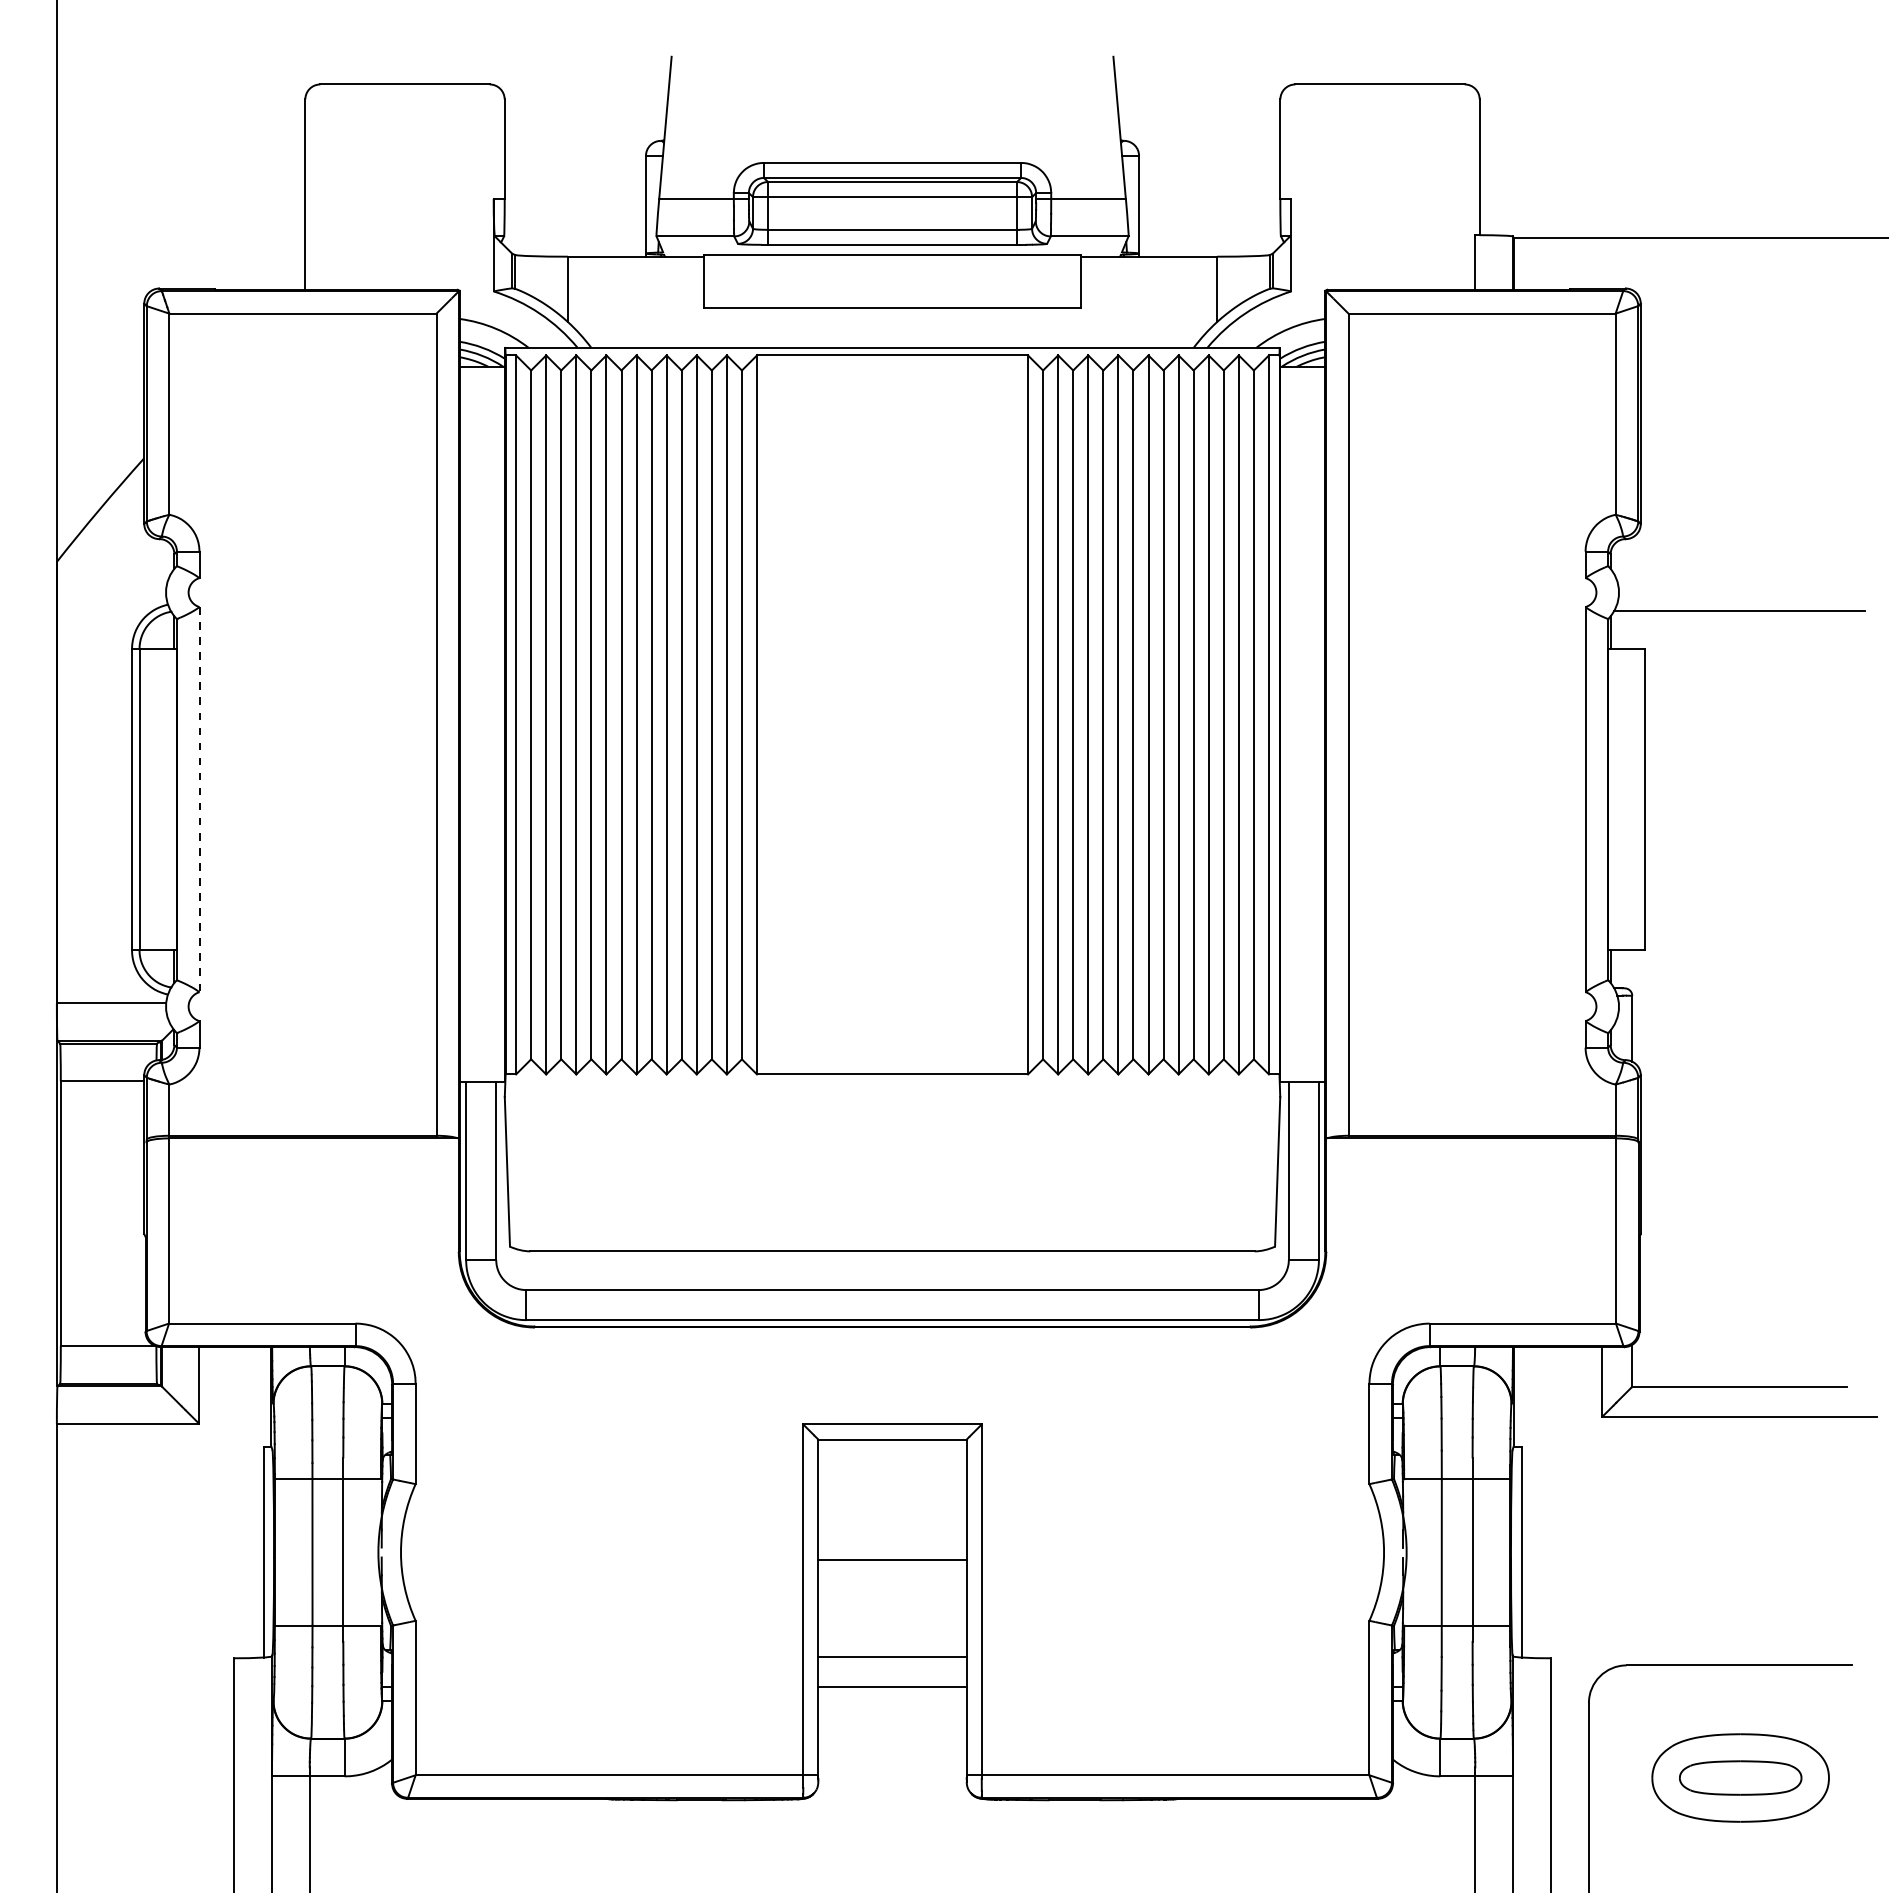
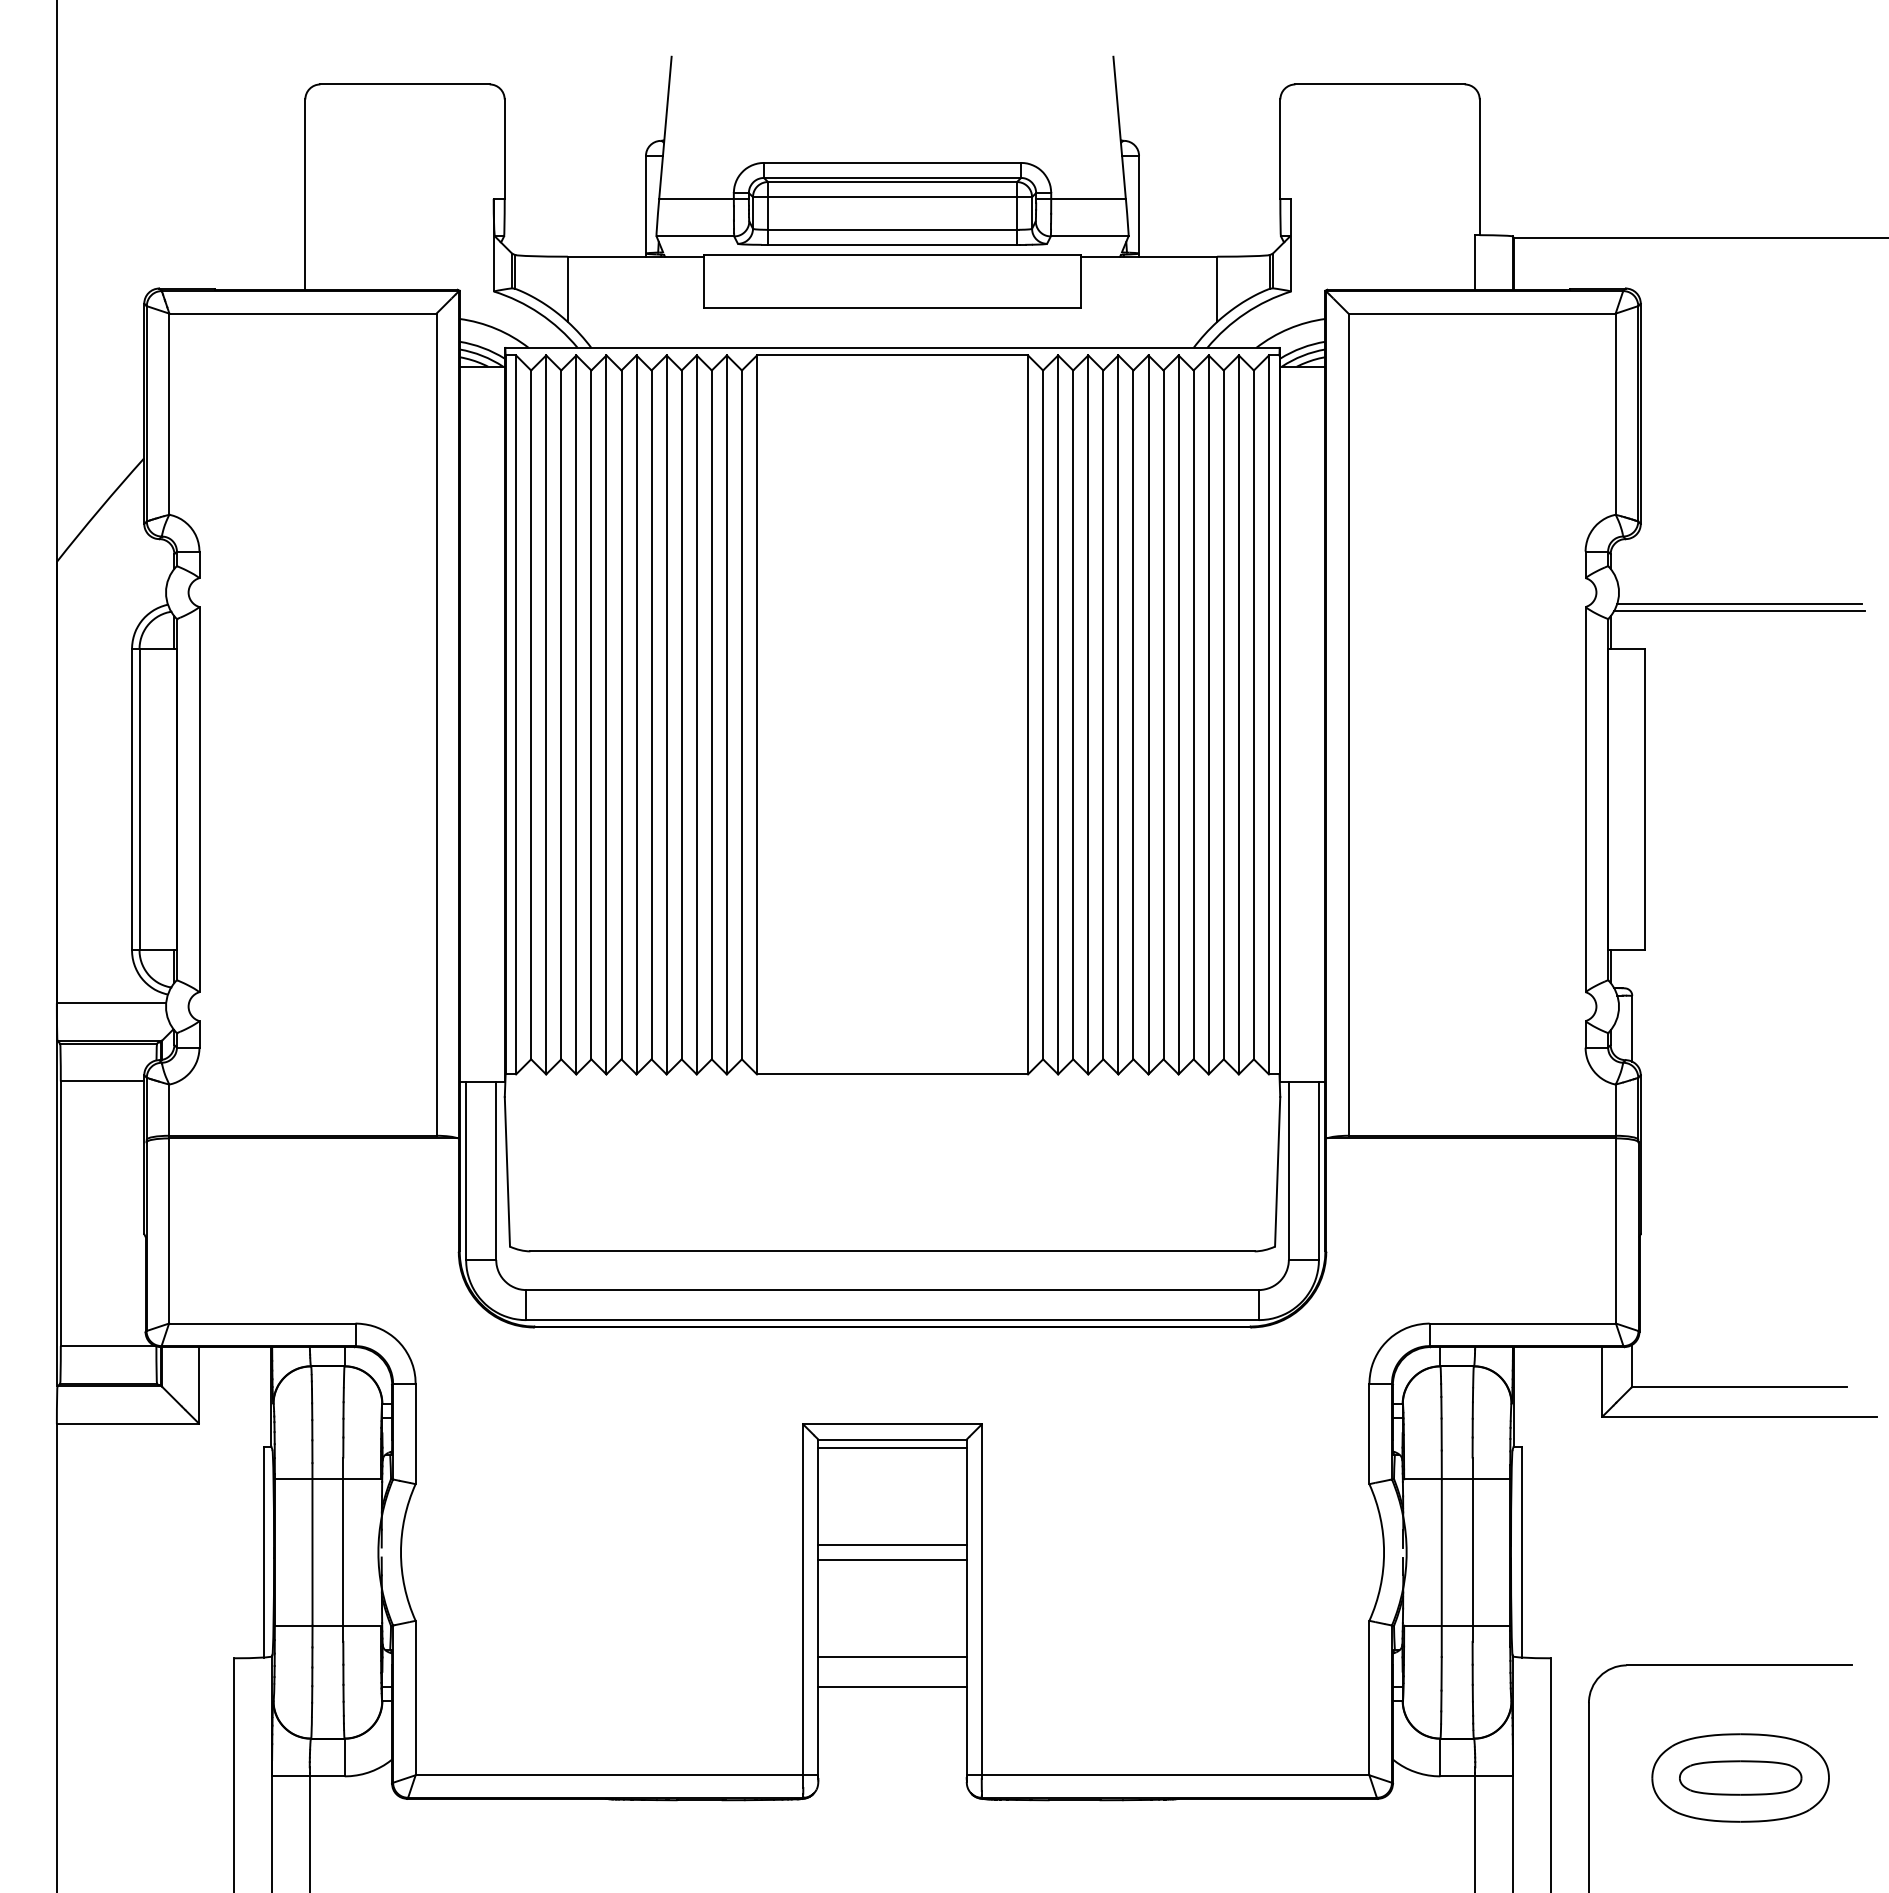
line at (1739, 603): none -> present
line at (199, 799): dashed -> solid
line at (892, 1447): none -> present
line at (892, 1545): none -> present
